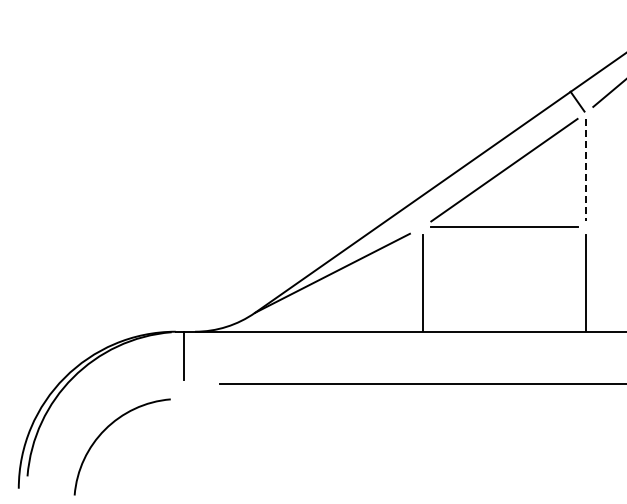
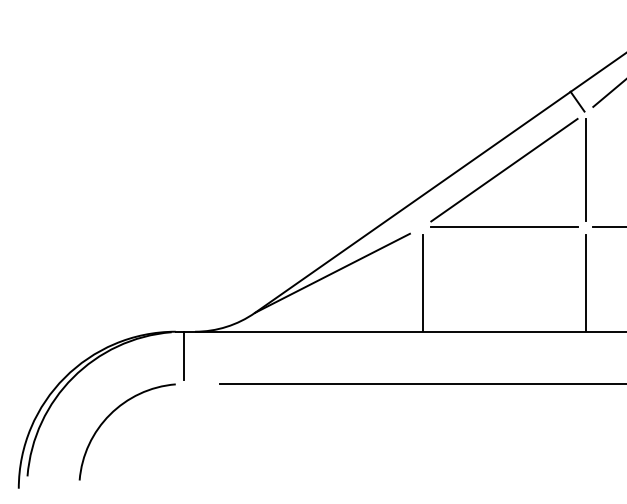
line at (585, 170): dashed -> solid
line at (608, 227): none -> present
curve at (105, 430) position: (105, 430) -> (110, 415)
